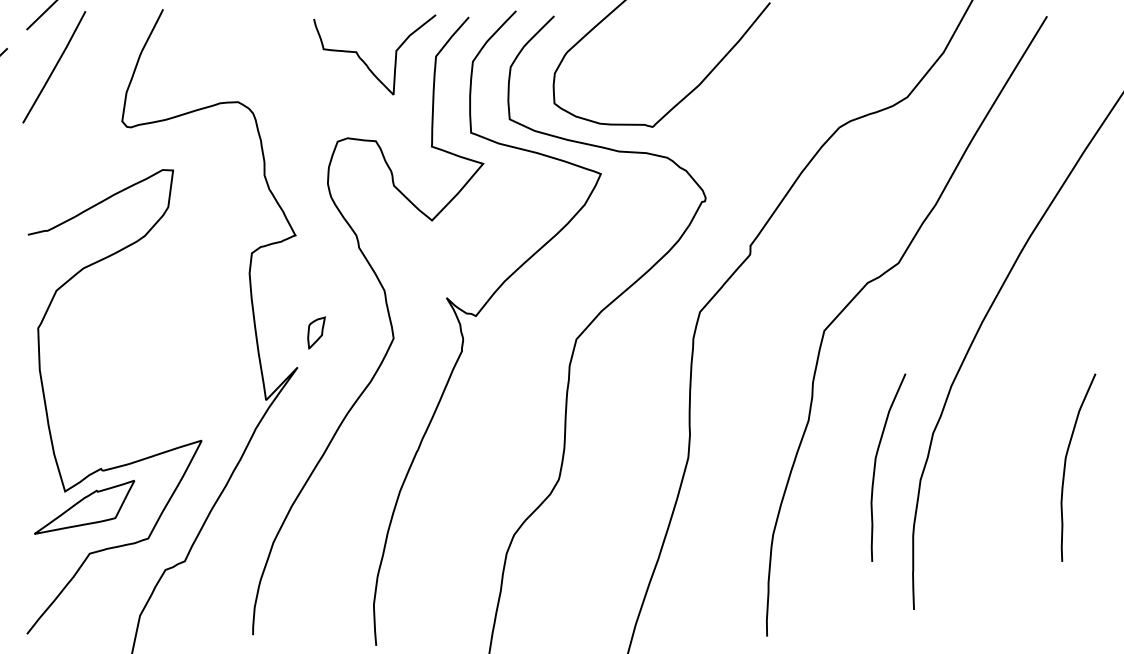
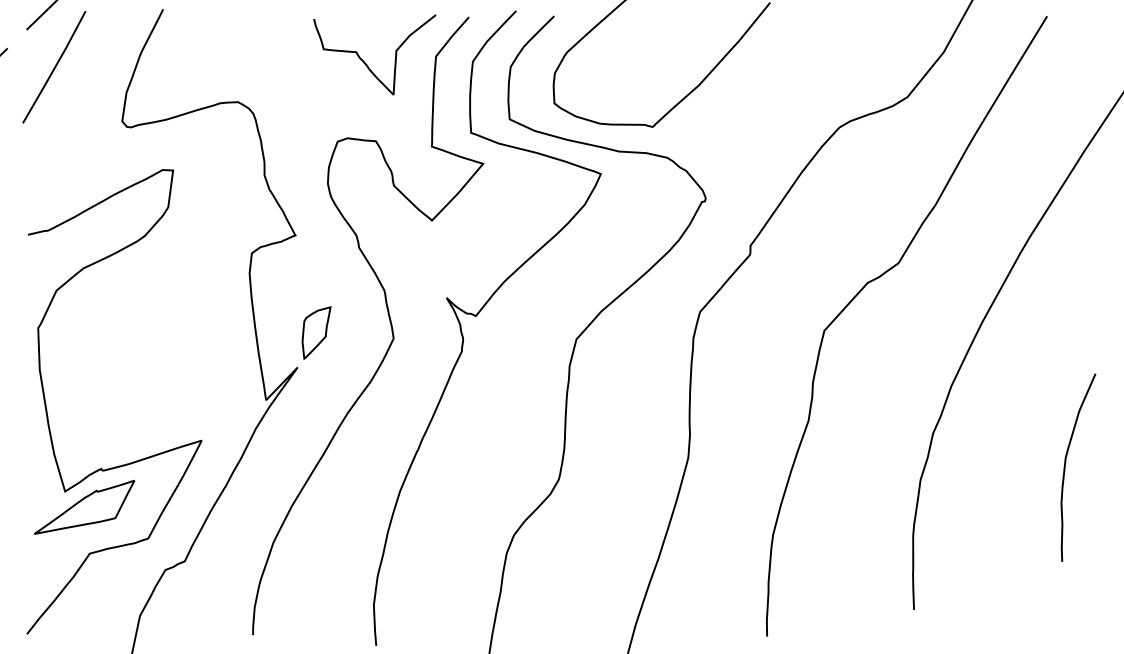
part at (316, 332) size: 19x34 px -> 31x54 px
curve at (876, 462): present -> none
